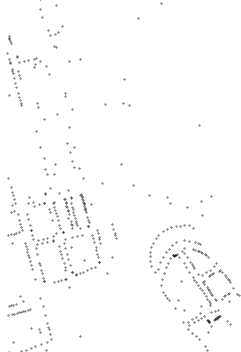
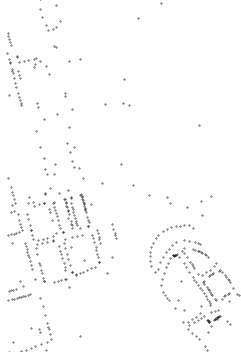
part at (55, 30) position: (55, 30) -> (53, 25)
part at (10, 39) size: 5x10 px -> 6x15 px
part at (19, 305) position: (19, 305) -> (19, 290)
